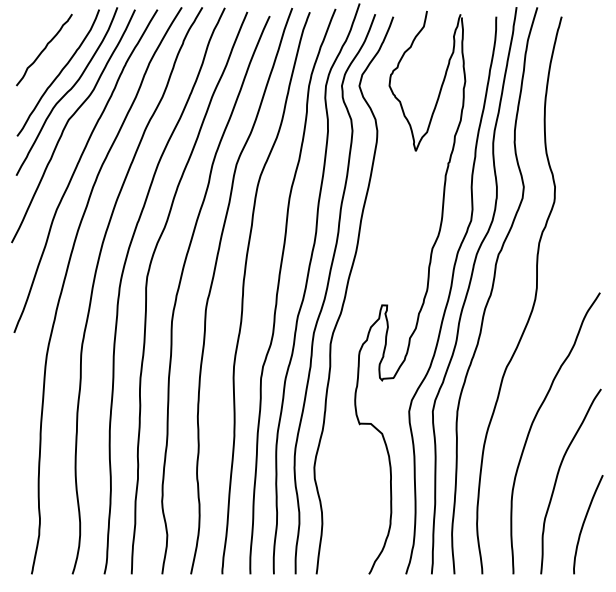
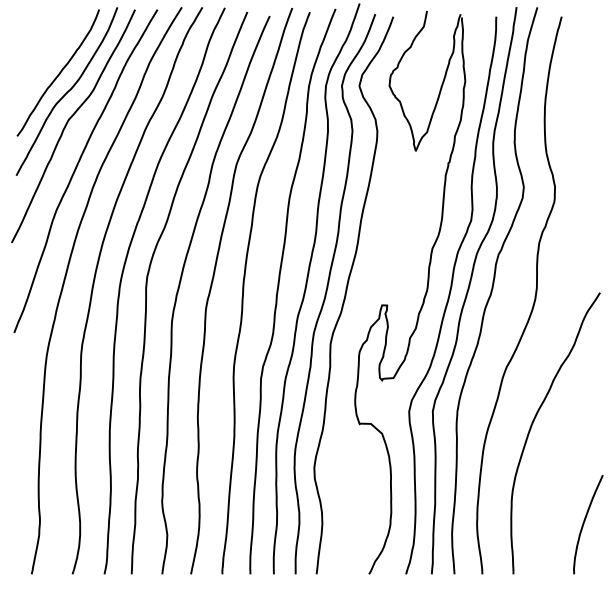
curve at (44, 49): present -> none
curve at (557, 479): present -> none
